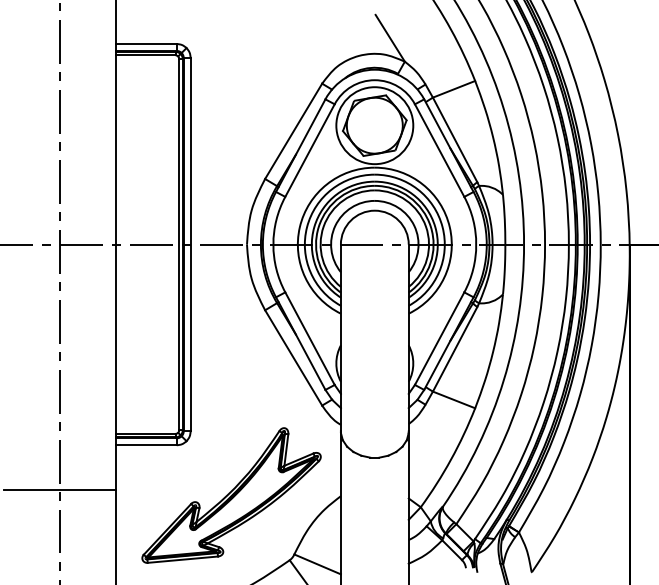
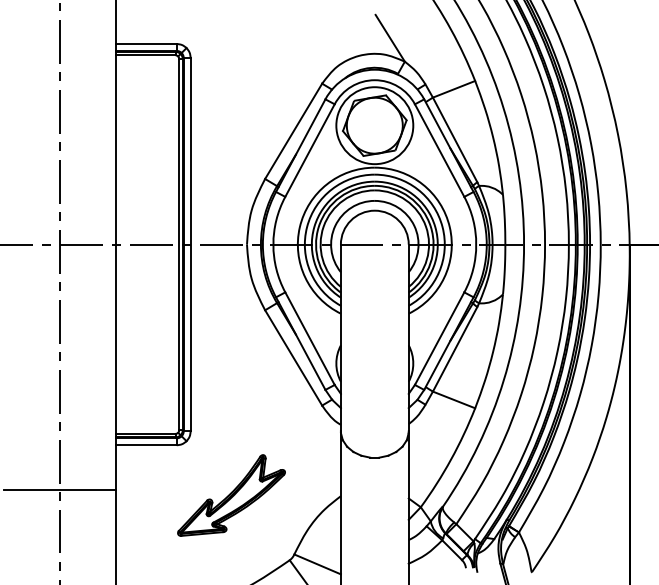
part at (231, 495) size: 181x137 px -> 109x83 px
